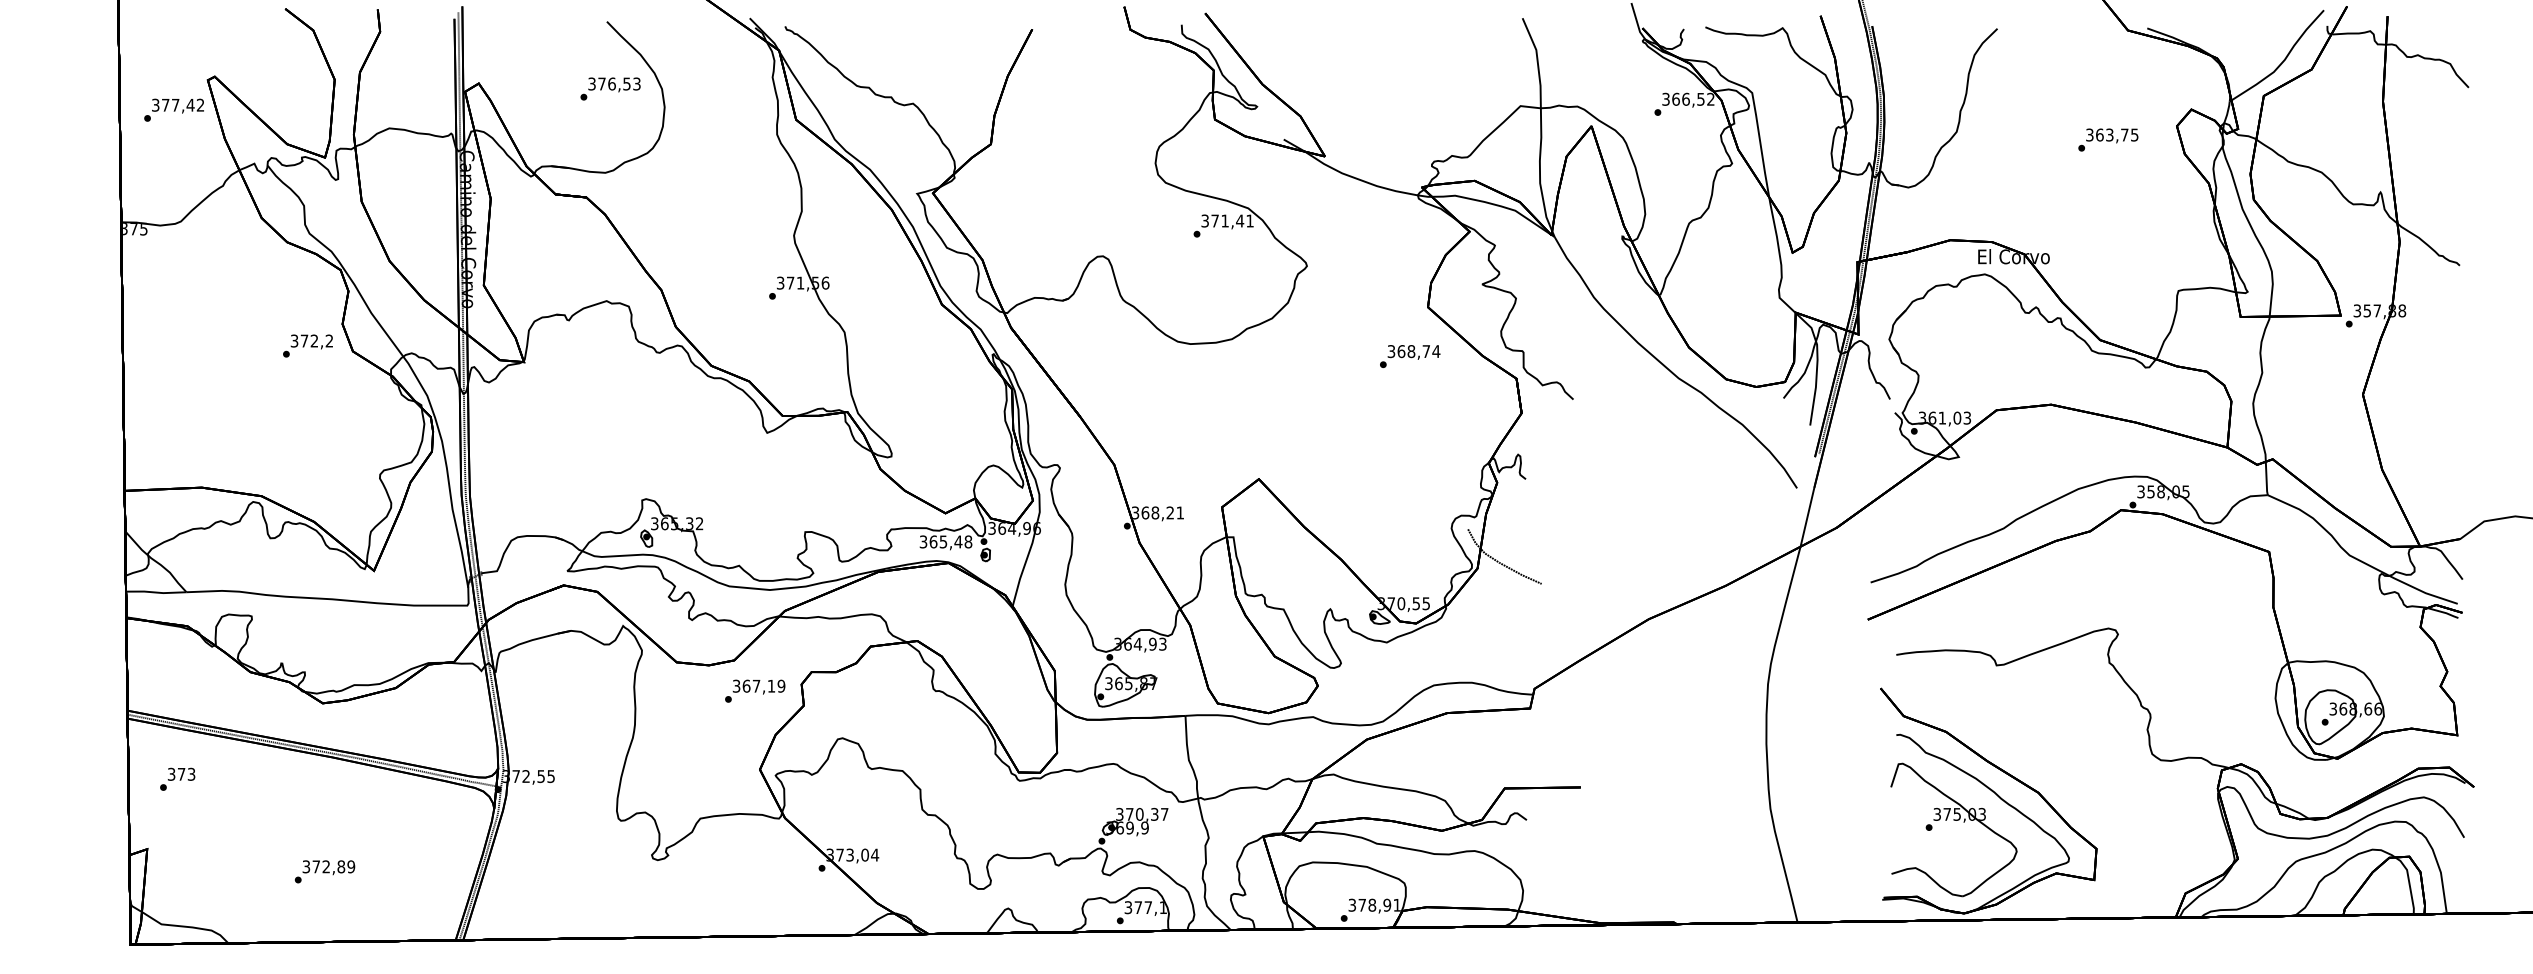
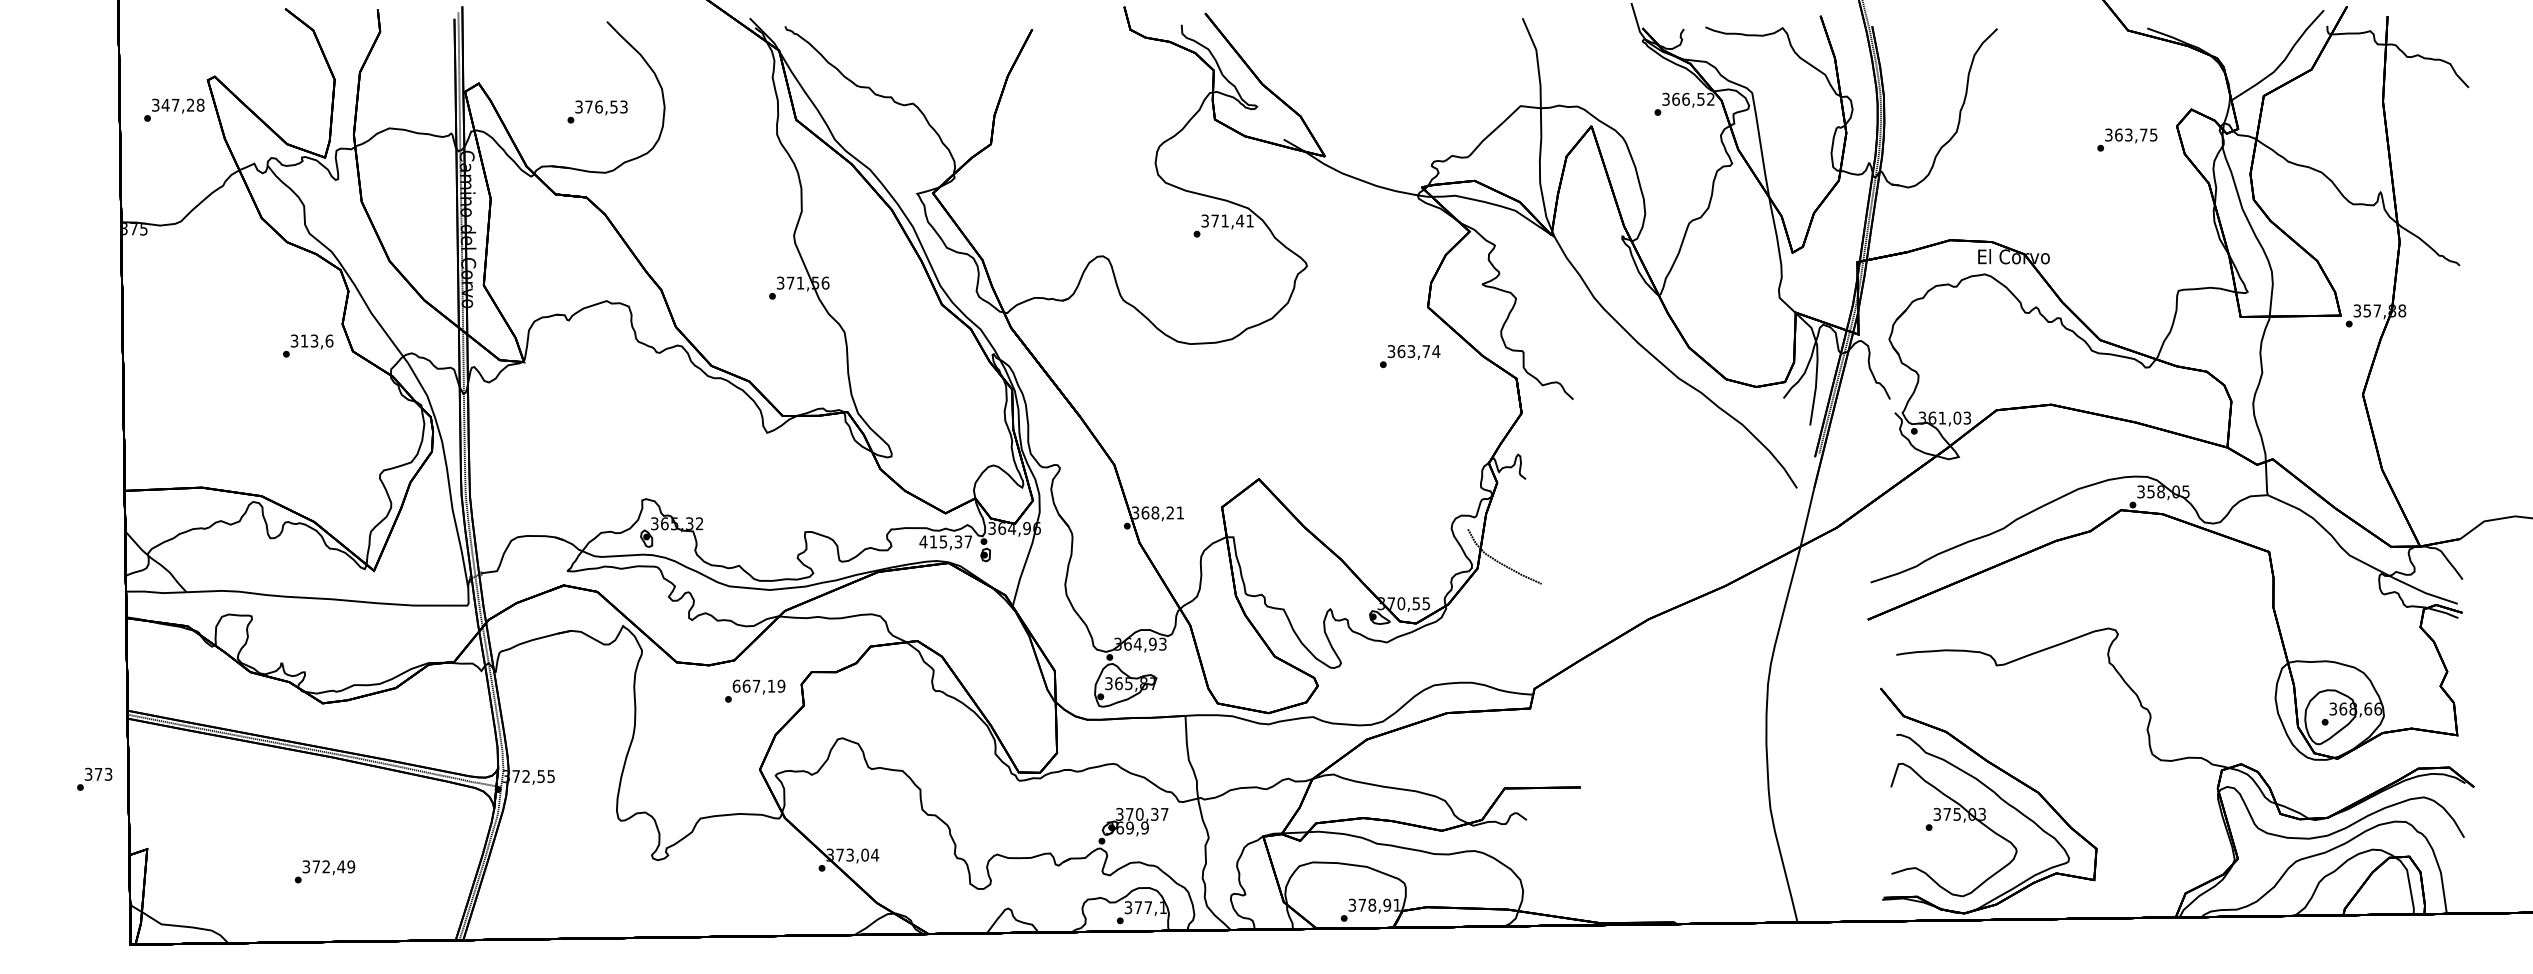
text at (610, 88) position: (610, 88) -> (597, 111)
text at (182, 104): 377,42 -> 347,28
text at (2108, 139) position: (2108, 139) -> (2127, 139)
text at (316, 340): 372,2 -> 313,6
text at (1411, 351): 368,74 -> 363,74
text at (945, 541): 365,48 -> 415,37
text at (736, 685): 367,19 -> 667,19
text at (177, 778) position: (177, 778) -> (94, 778)
text at (341, 866): 372,89 -> 372,49
